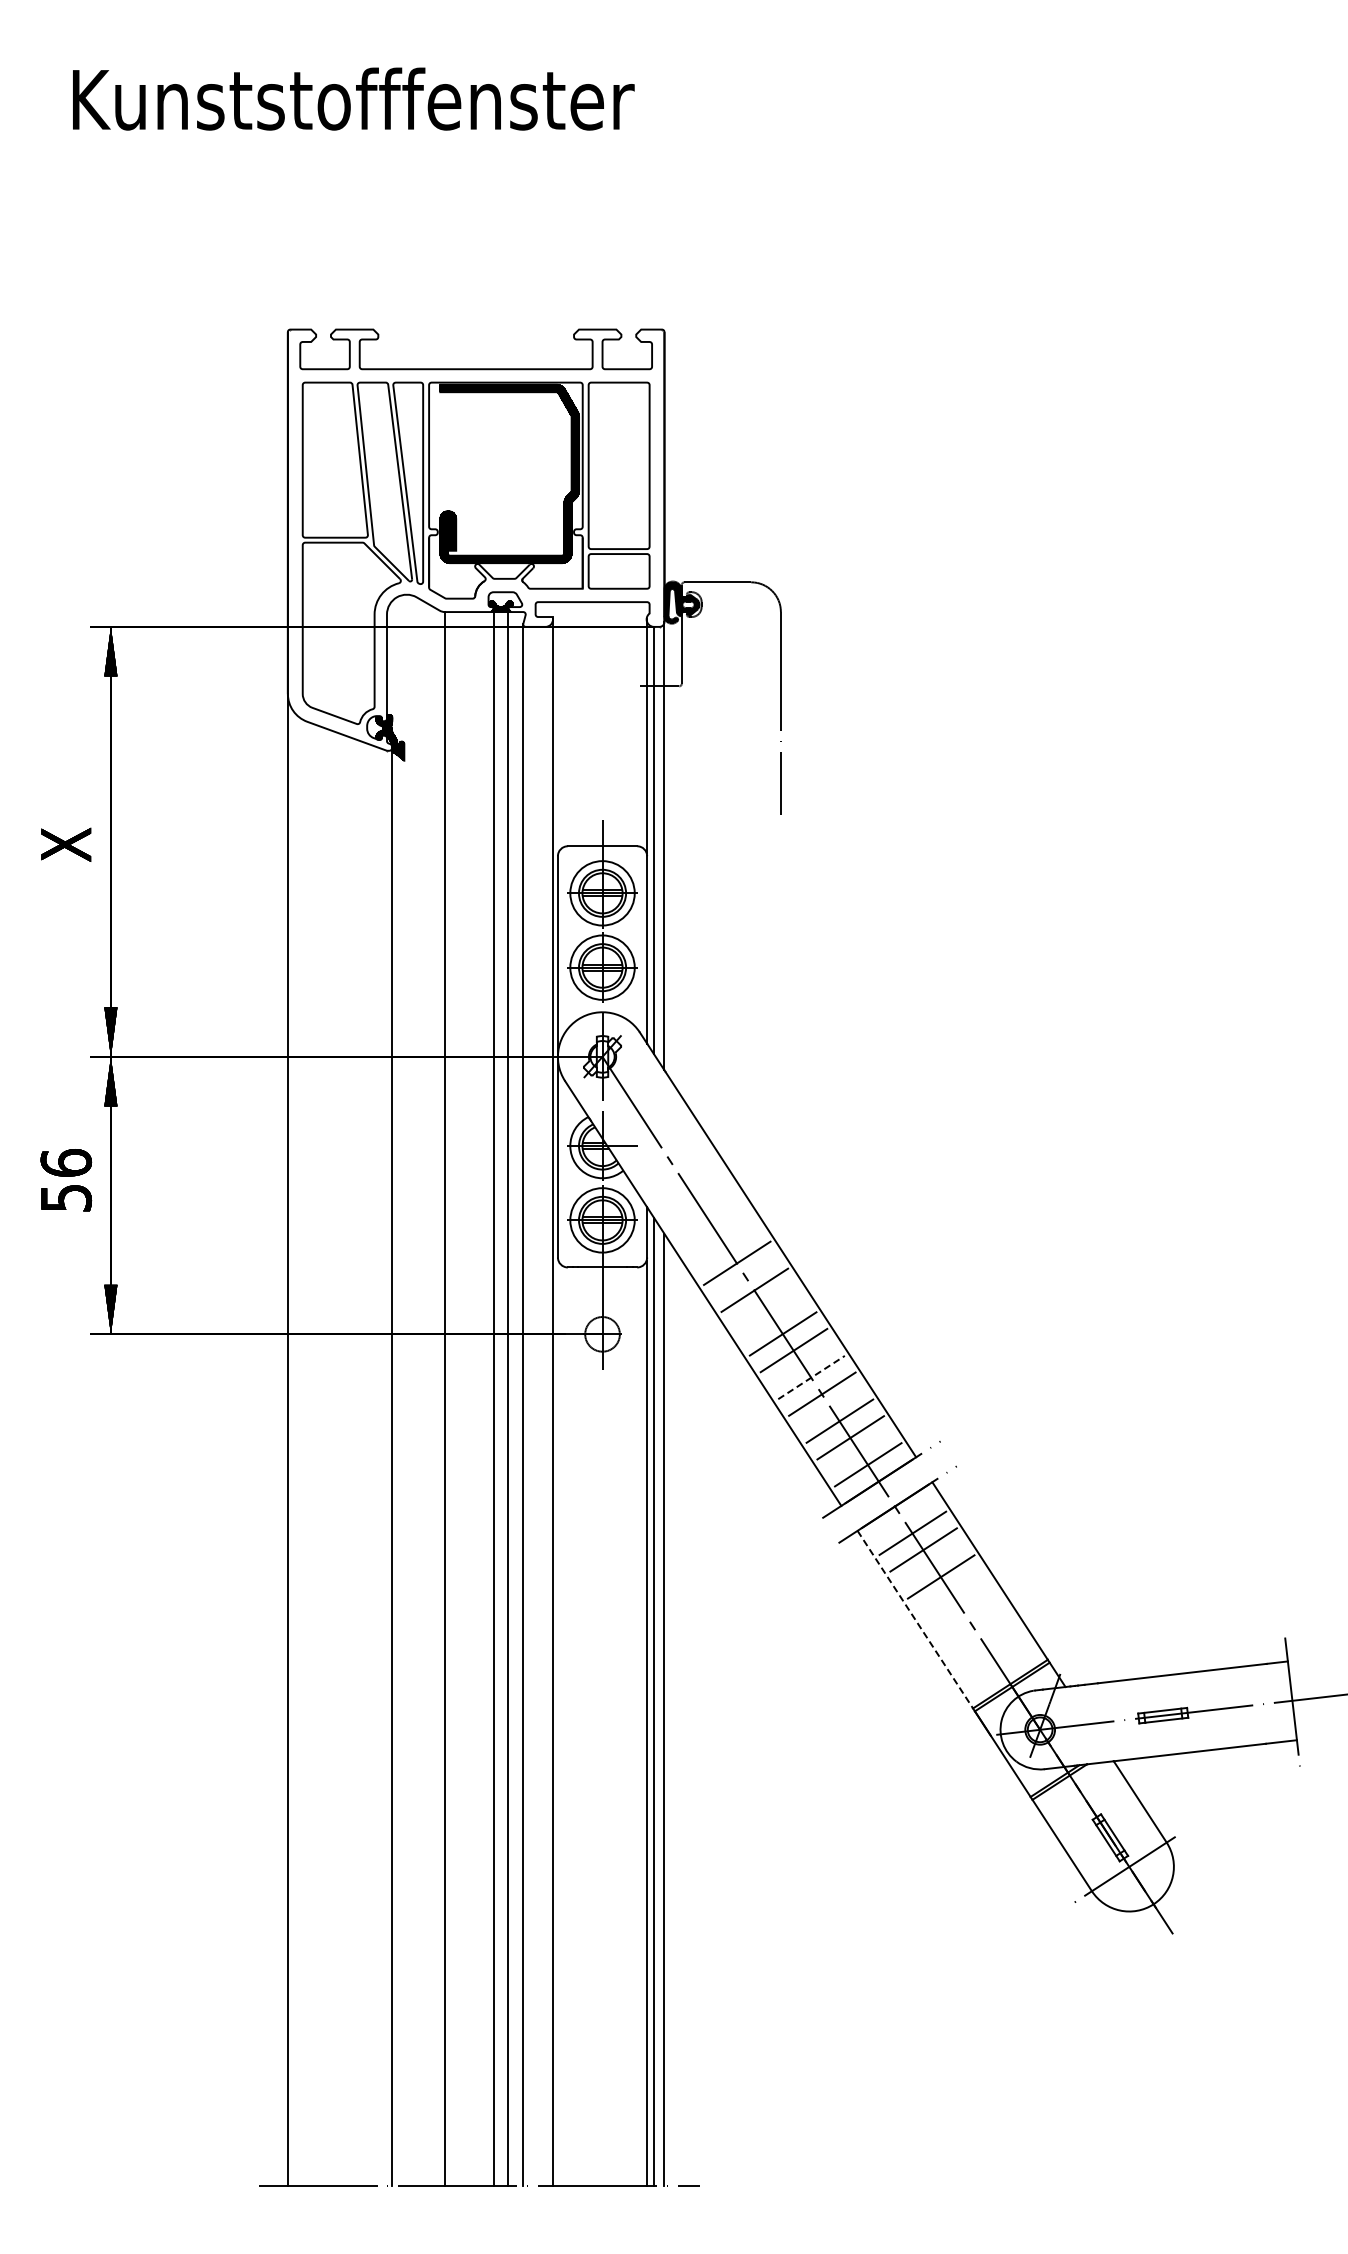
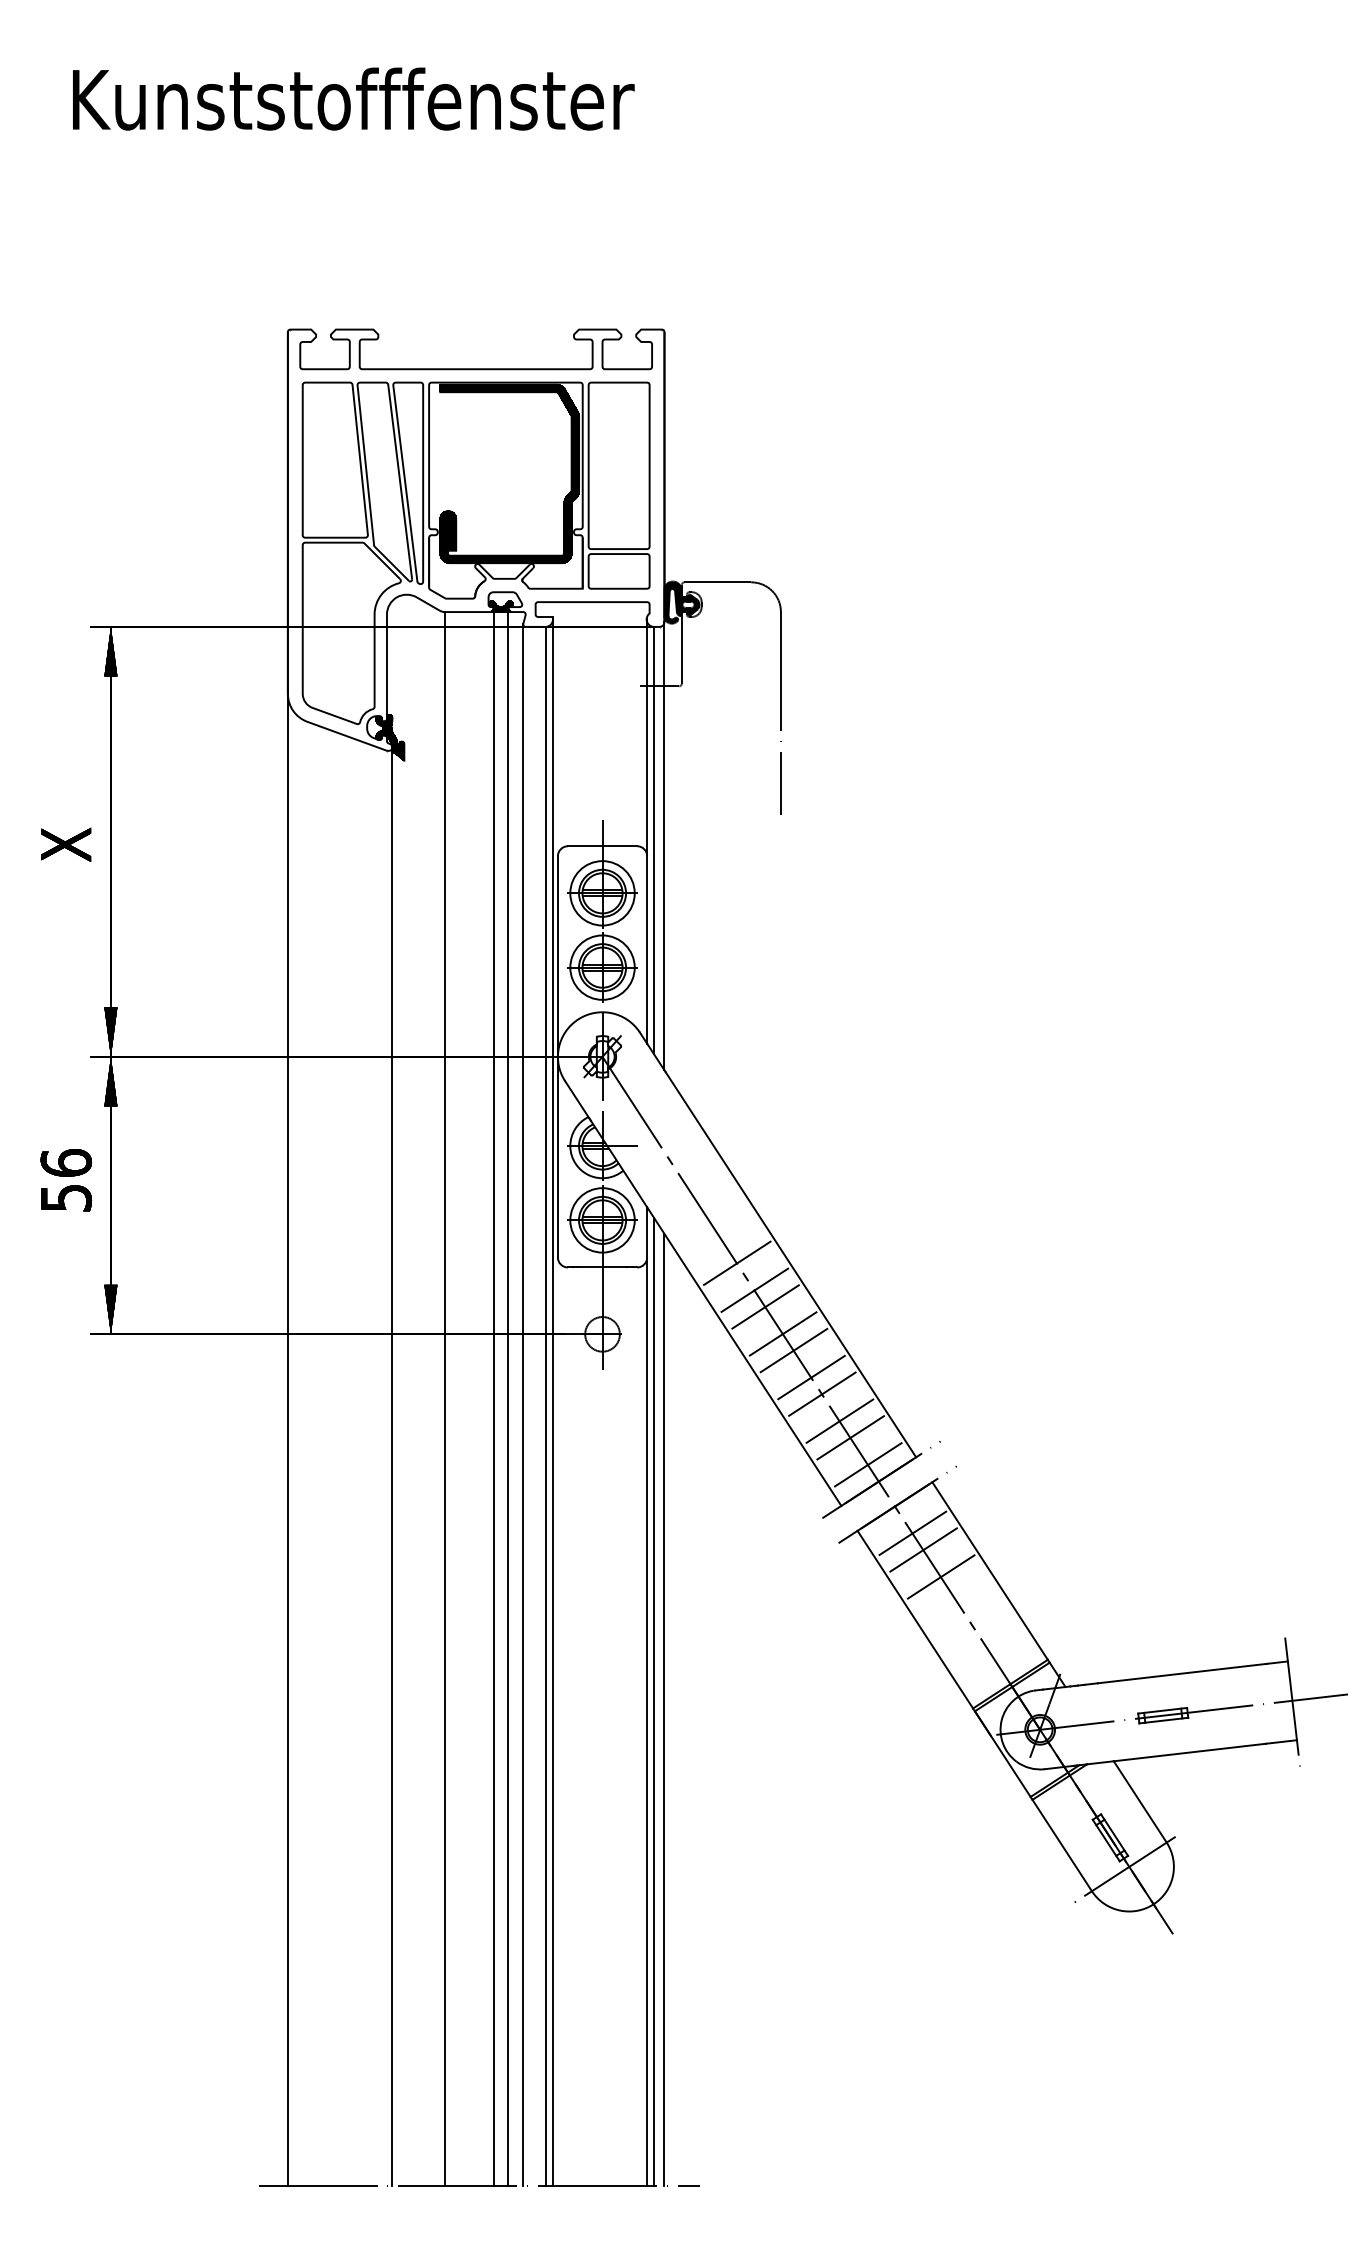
line at (765, 1306): none -> present
line at (811, 1377): dashed -> solid
line at (545, 1406): none -> present
line at (915, 1619): dashed -> solid
